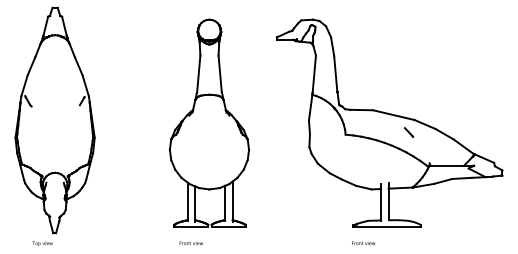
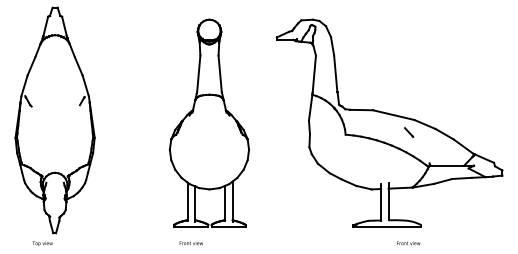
text at (363, 243) position: (363, 243) -> (408, 243)
